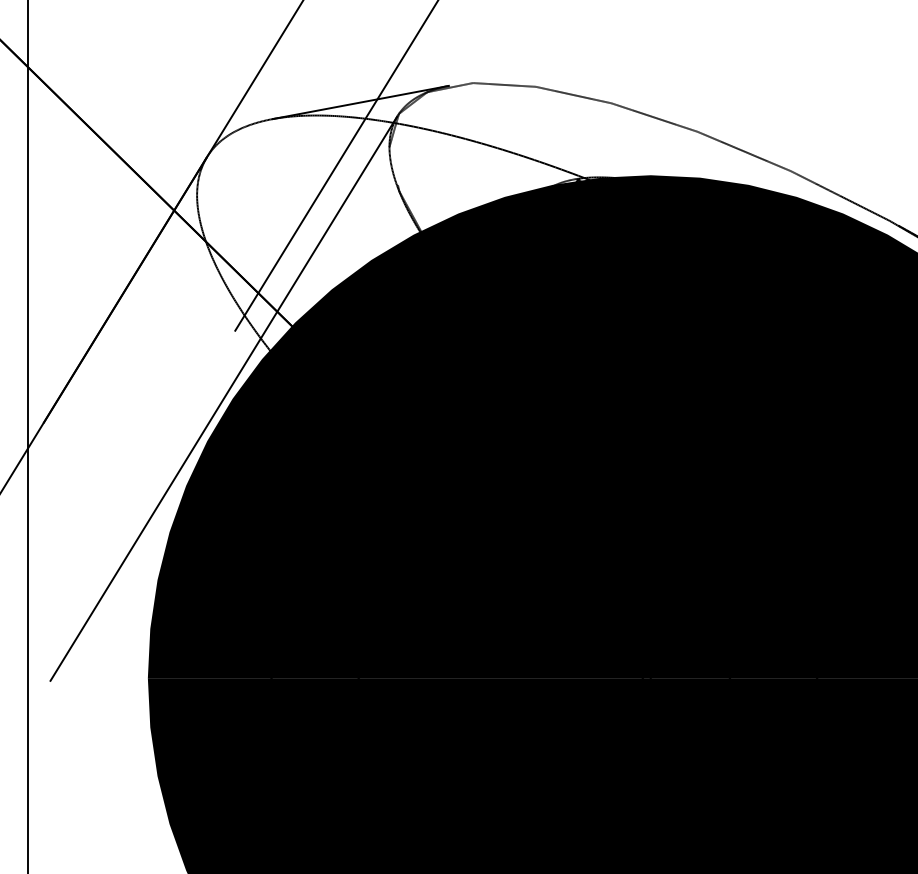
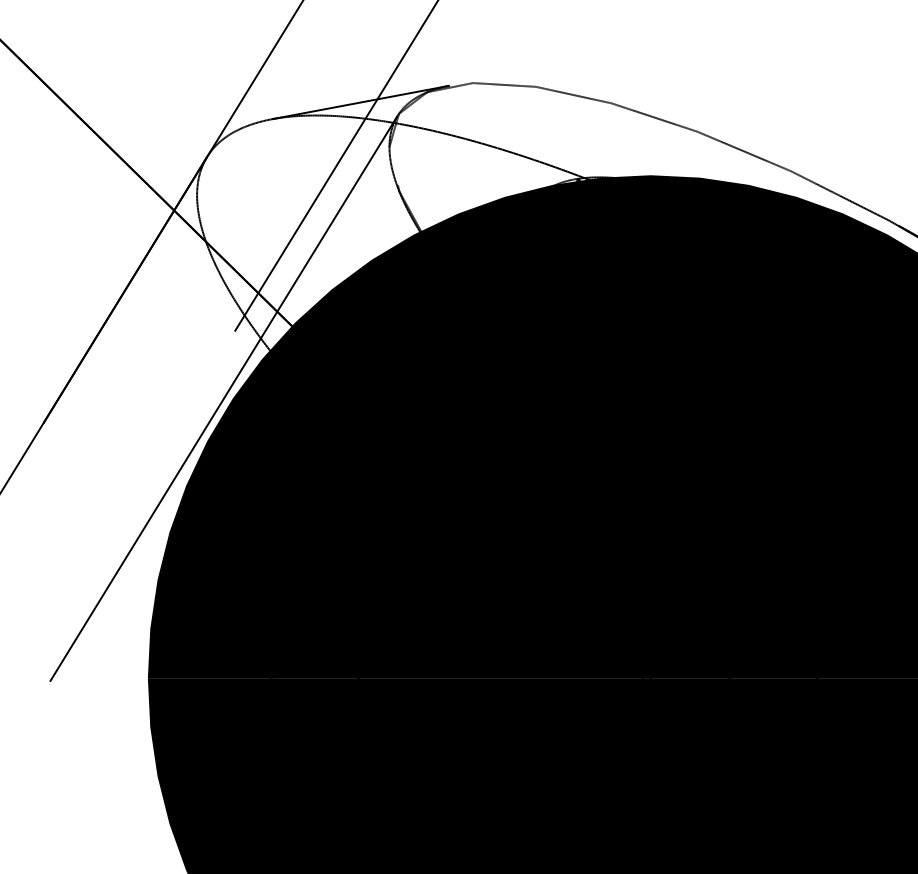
line at (27, 436): present -> none
